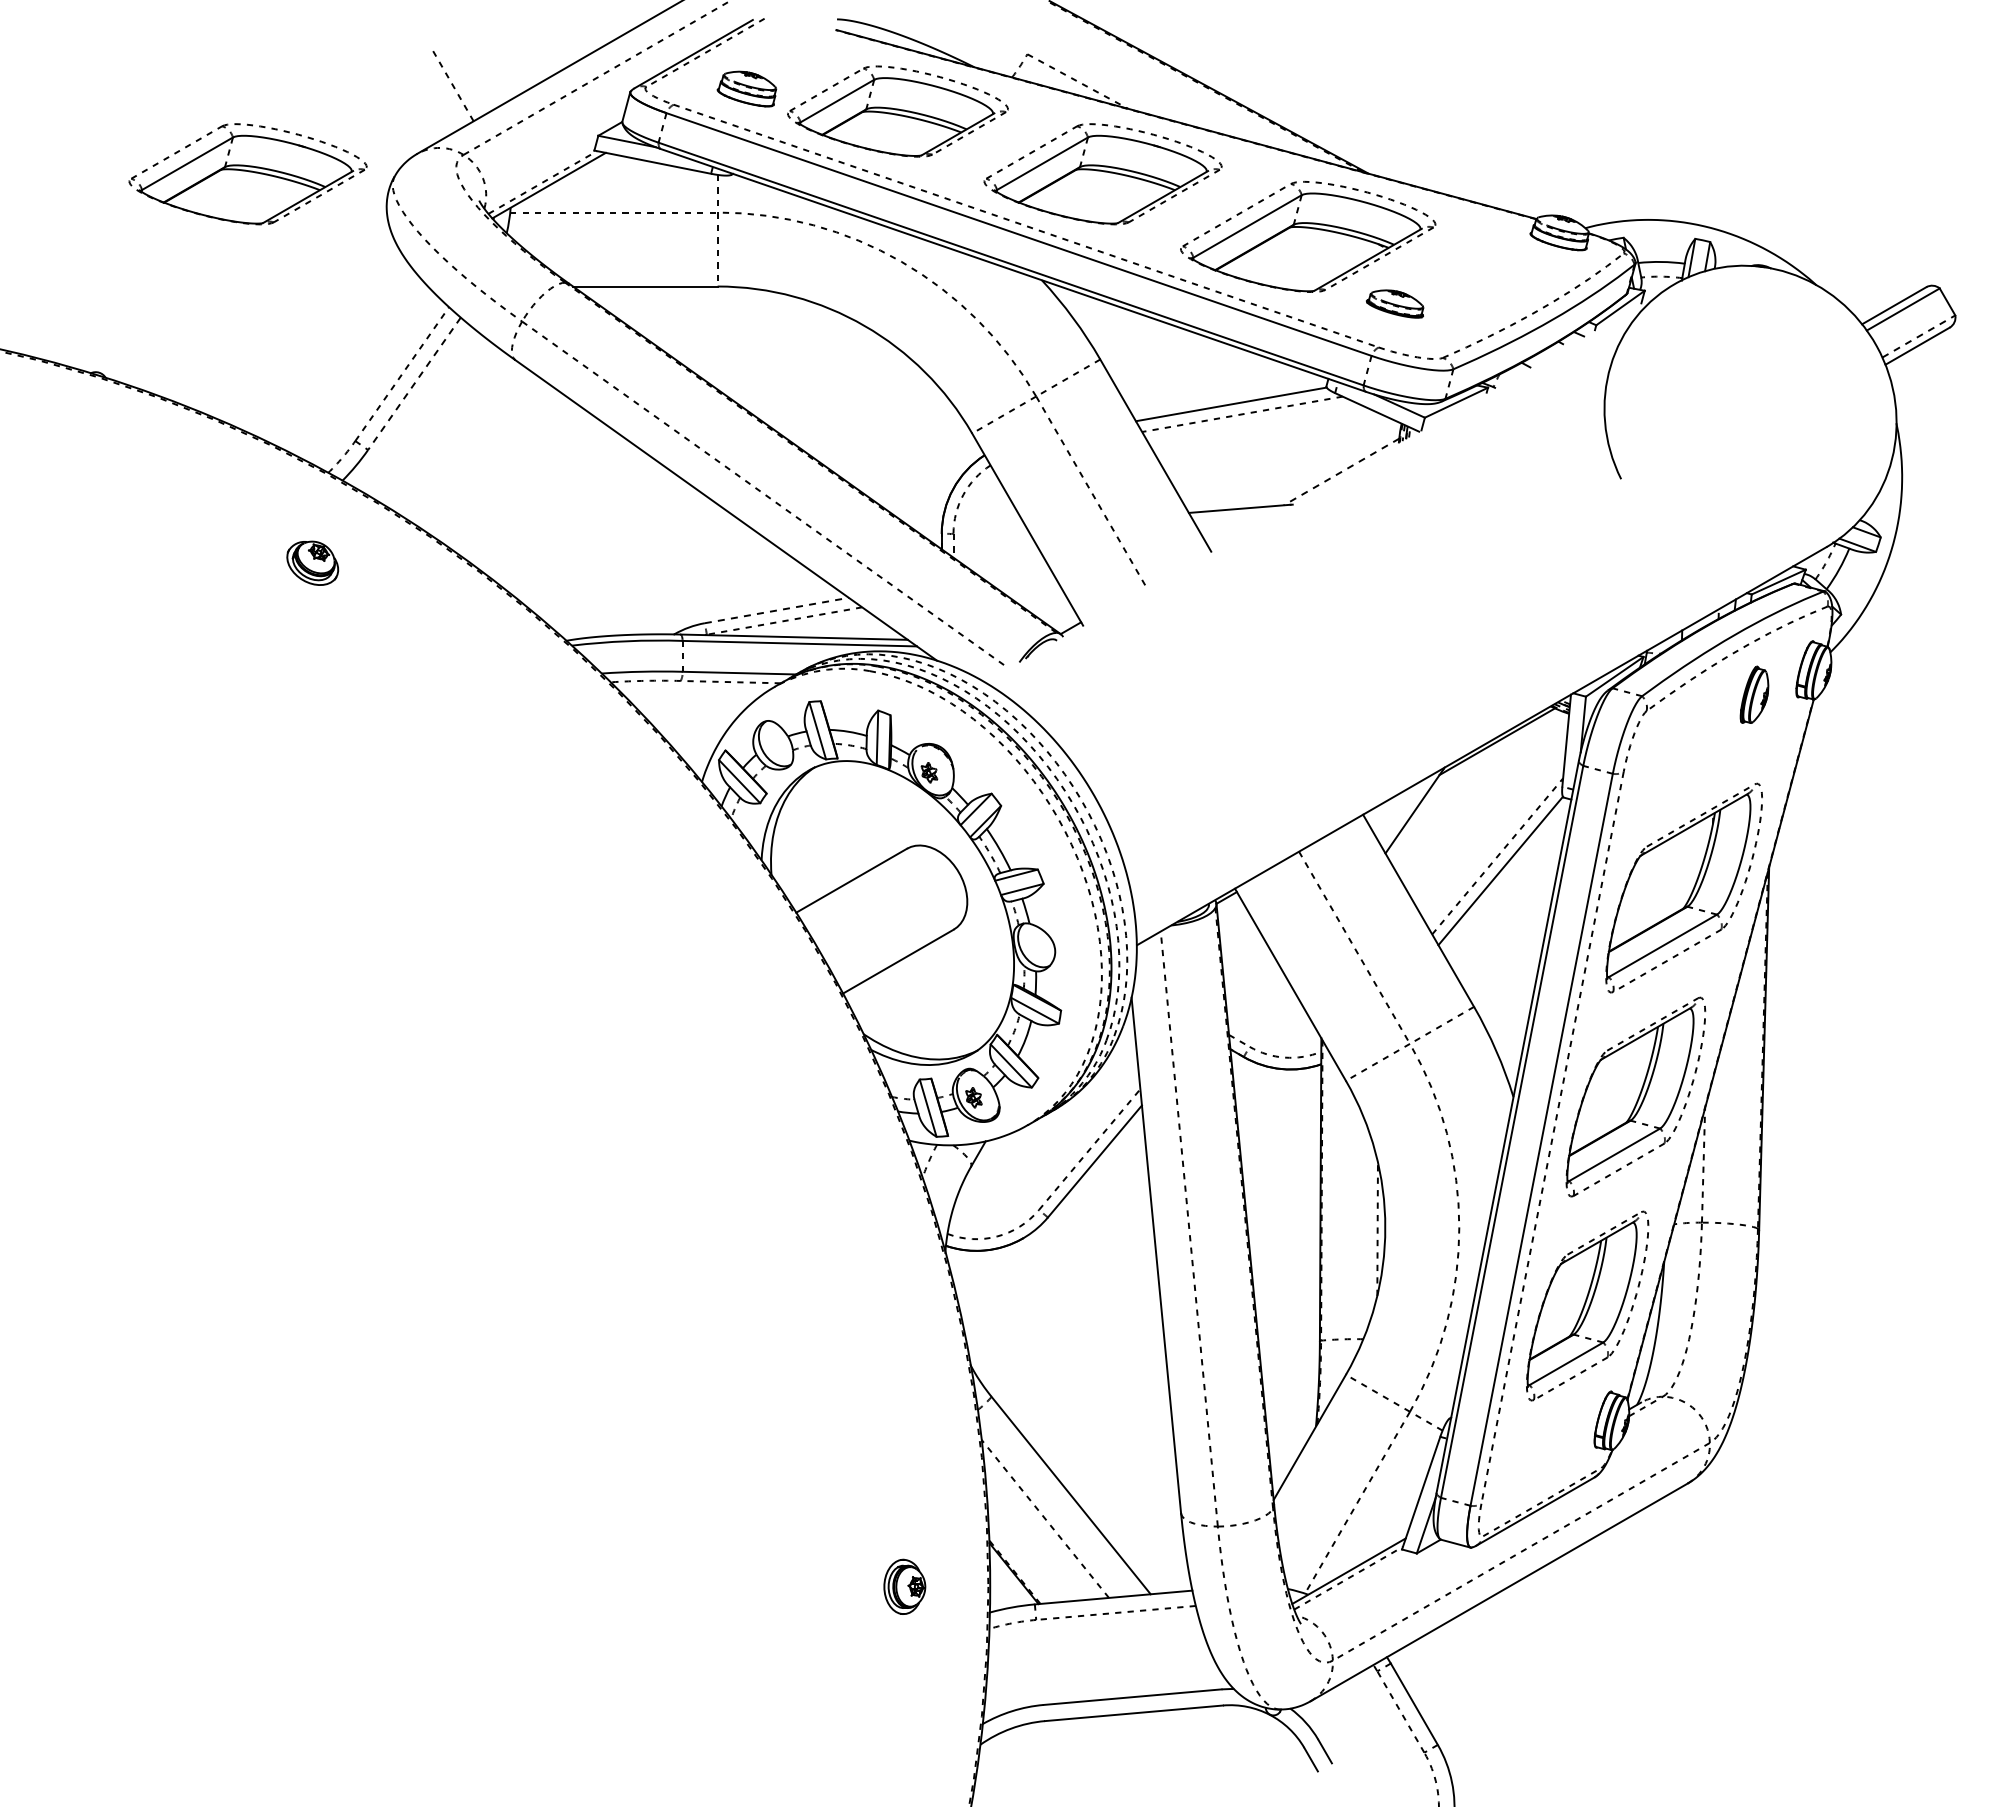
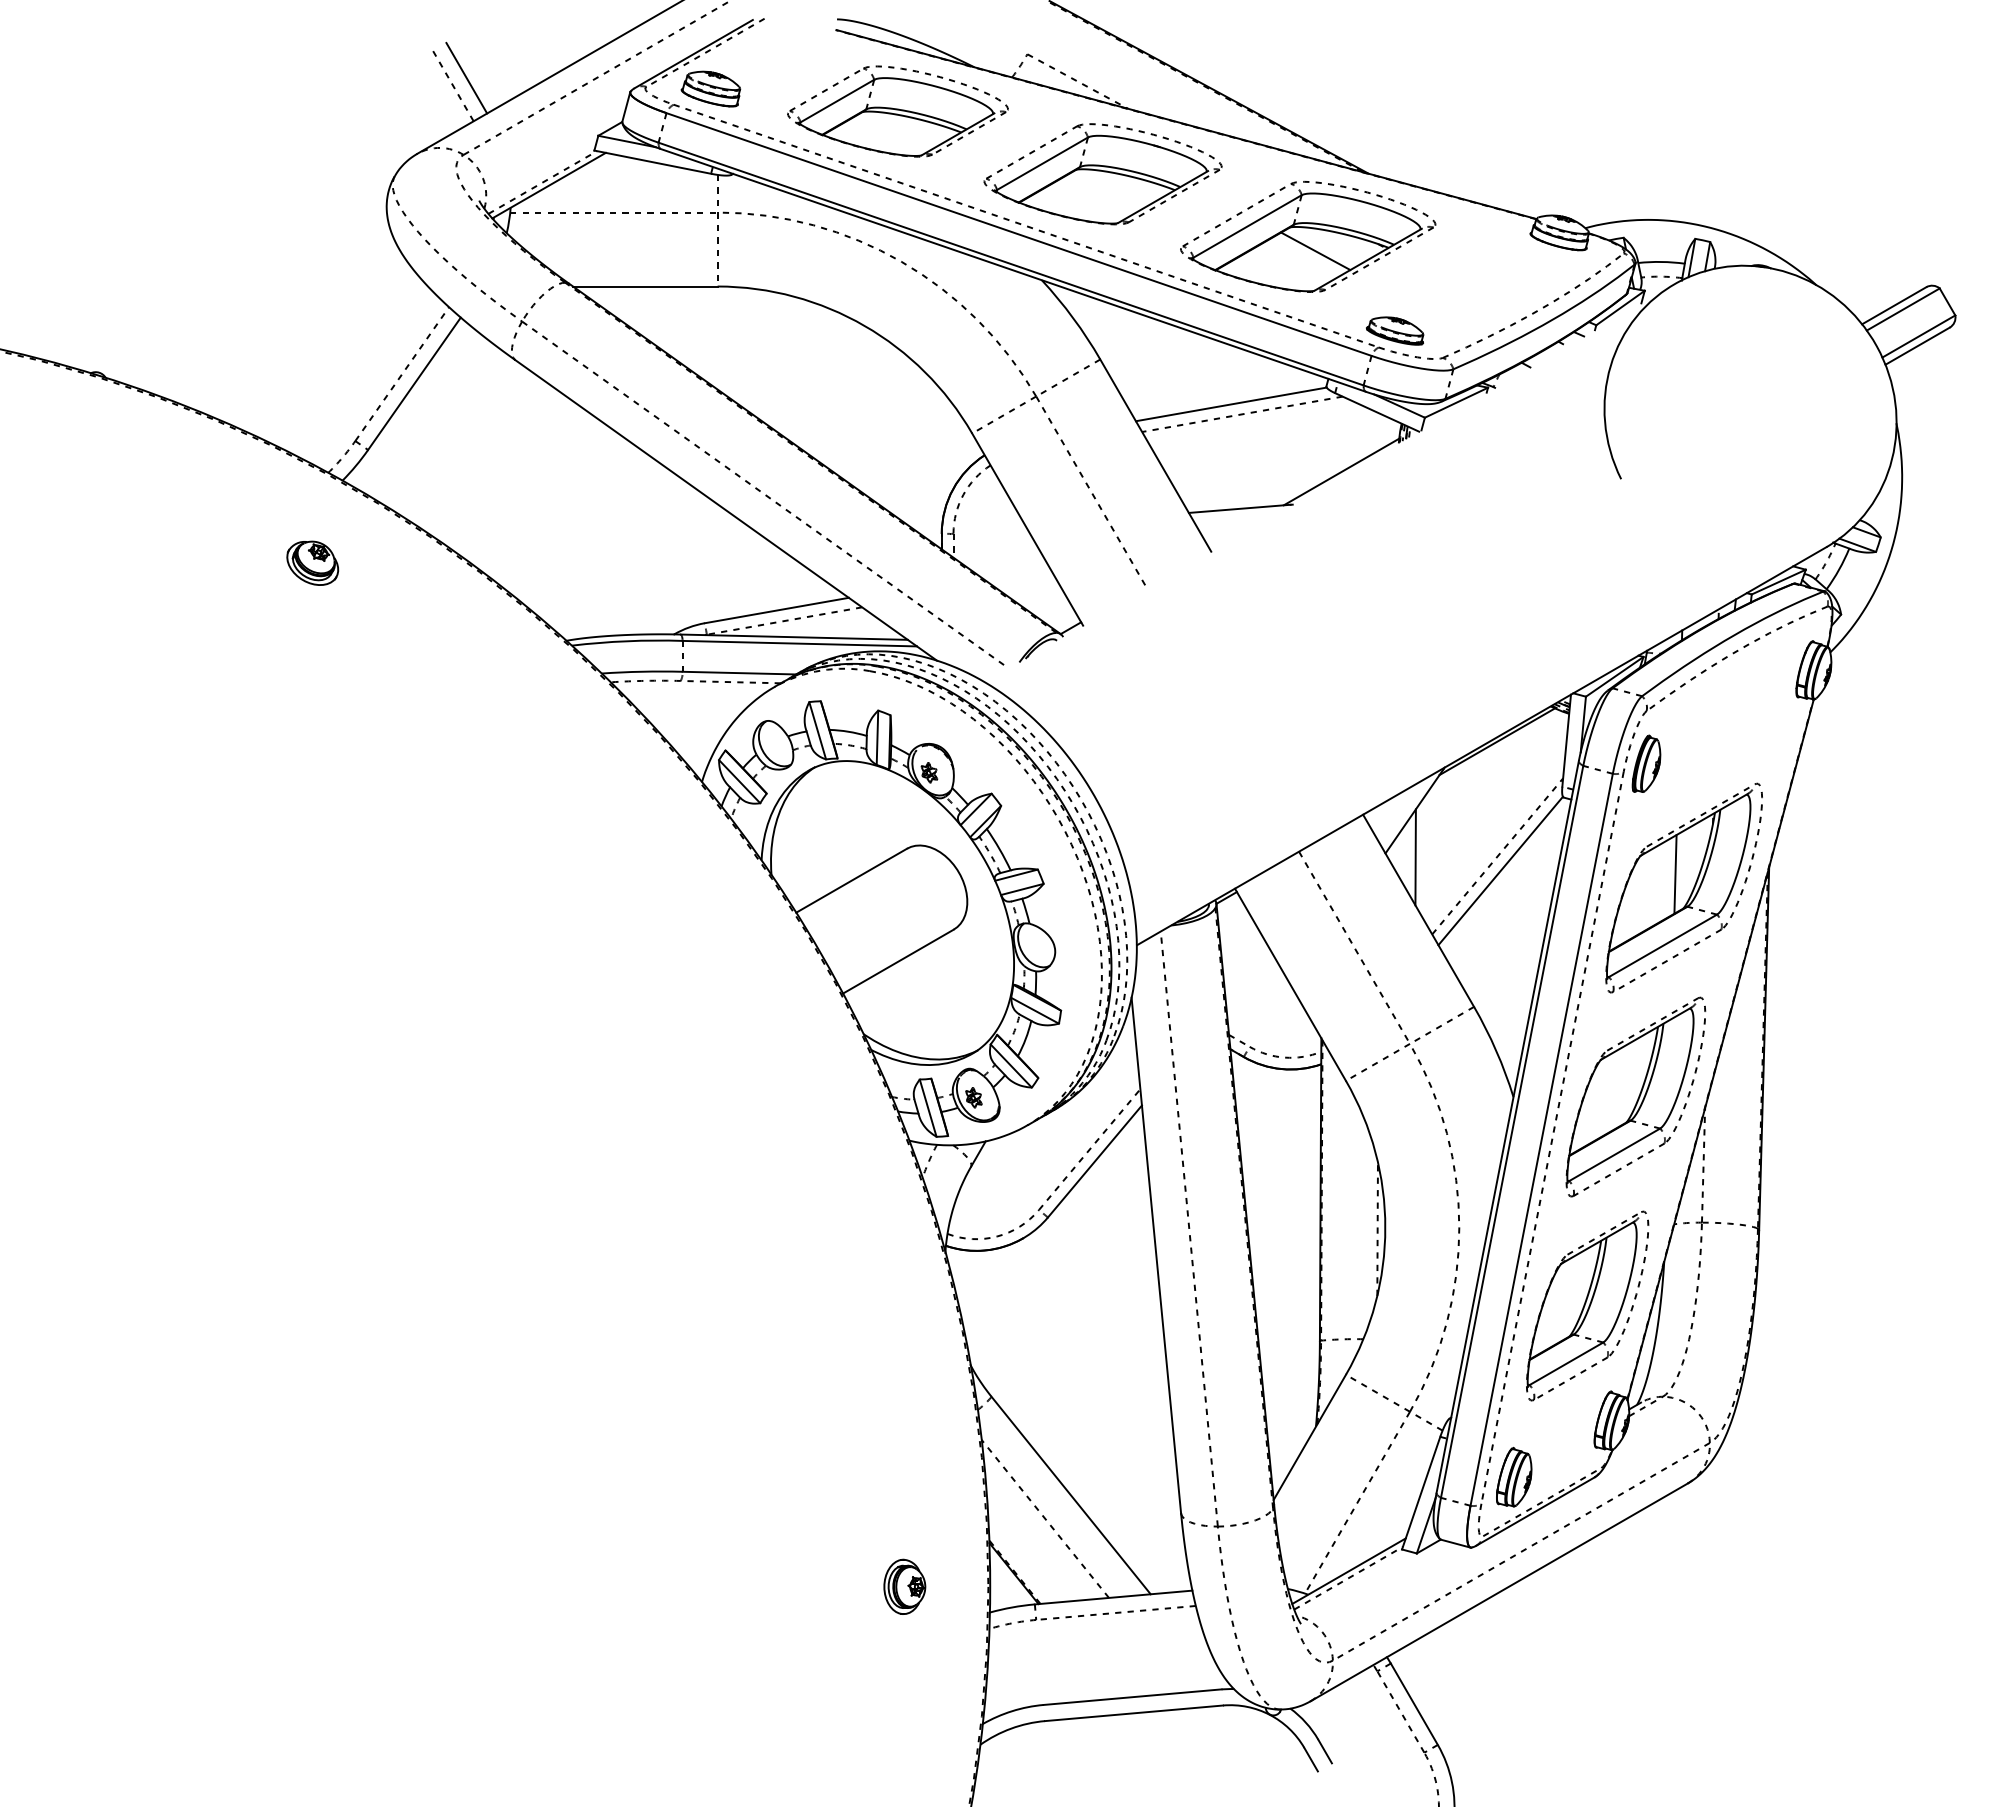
line at (466, 77): none -> present
part at (746, 88) position: (746, 88) -> (710, 88)
part at (247, 174): present -> none
line at (1315, 251): none -> present
part at (1395, 303) position: (1395, 303) -> (1395, 330)
line at (1919, 336): dashed -> solid
line at (414, 383): dashed -> solid
line at (1341, 471): dashed -> solid
line at (777, 610): dashed -> solid
part at (1754, 694) position: (1754, 694) -> (1646, 763)
line at (1415, 857): none -> present
line at (1675, 874): none -> present
part at (1514, 1476): none -> present
